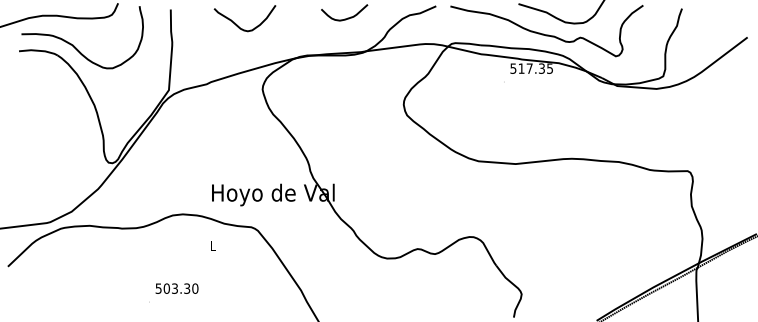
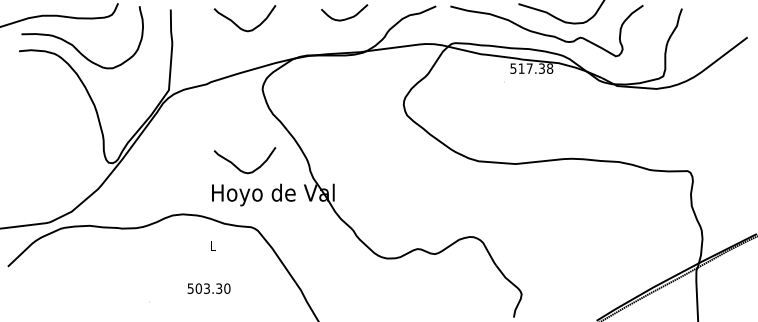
text at (550, 68): 517.35 -> 517.38
curve at (237, 166): none -> present
text at (176, 288) position: (176, 288) -> (208, 288)
